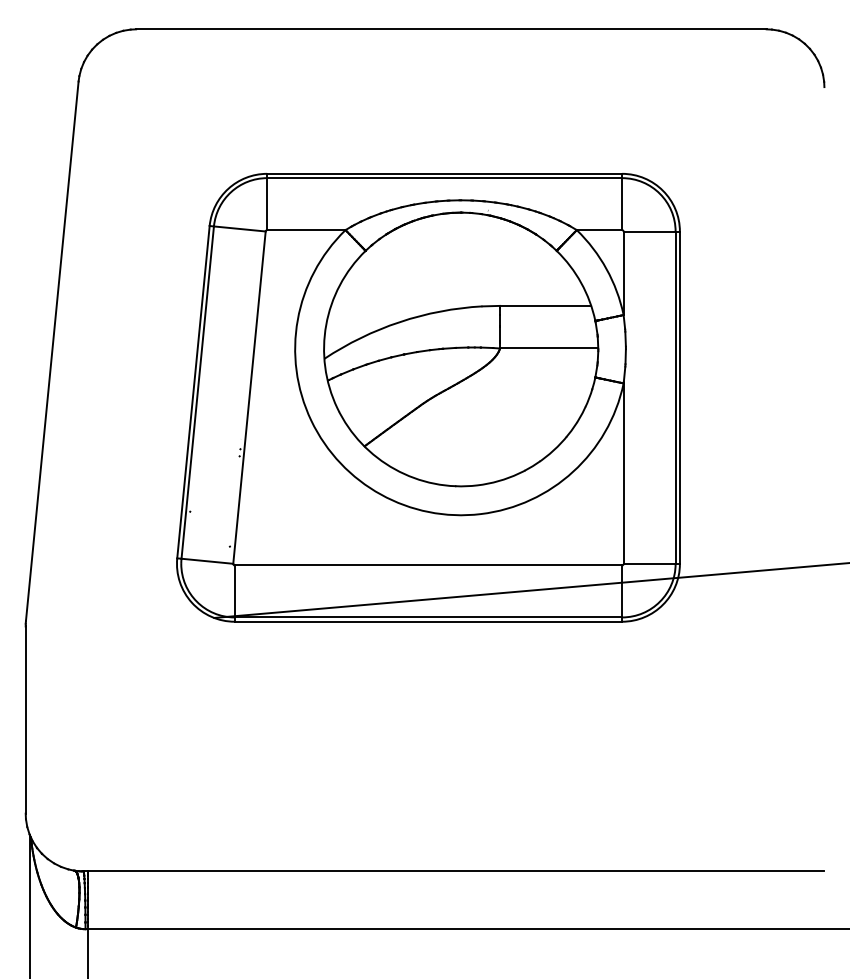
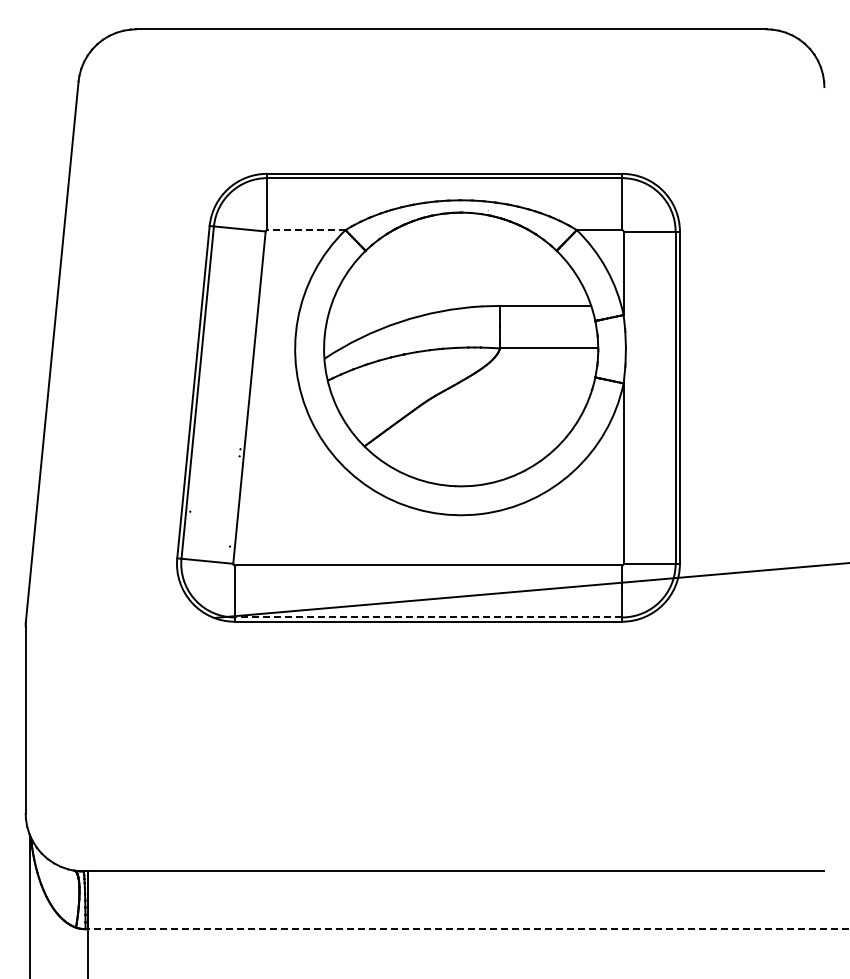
line at (305, 230): solid -> dashed
line at (428, 617): solid -> dashed
line at (468, 929): solid -> dashed
